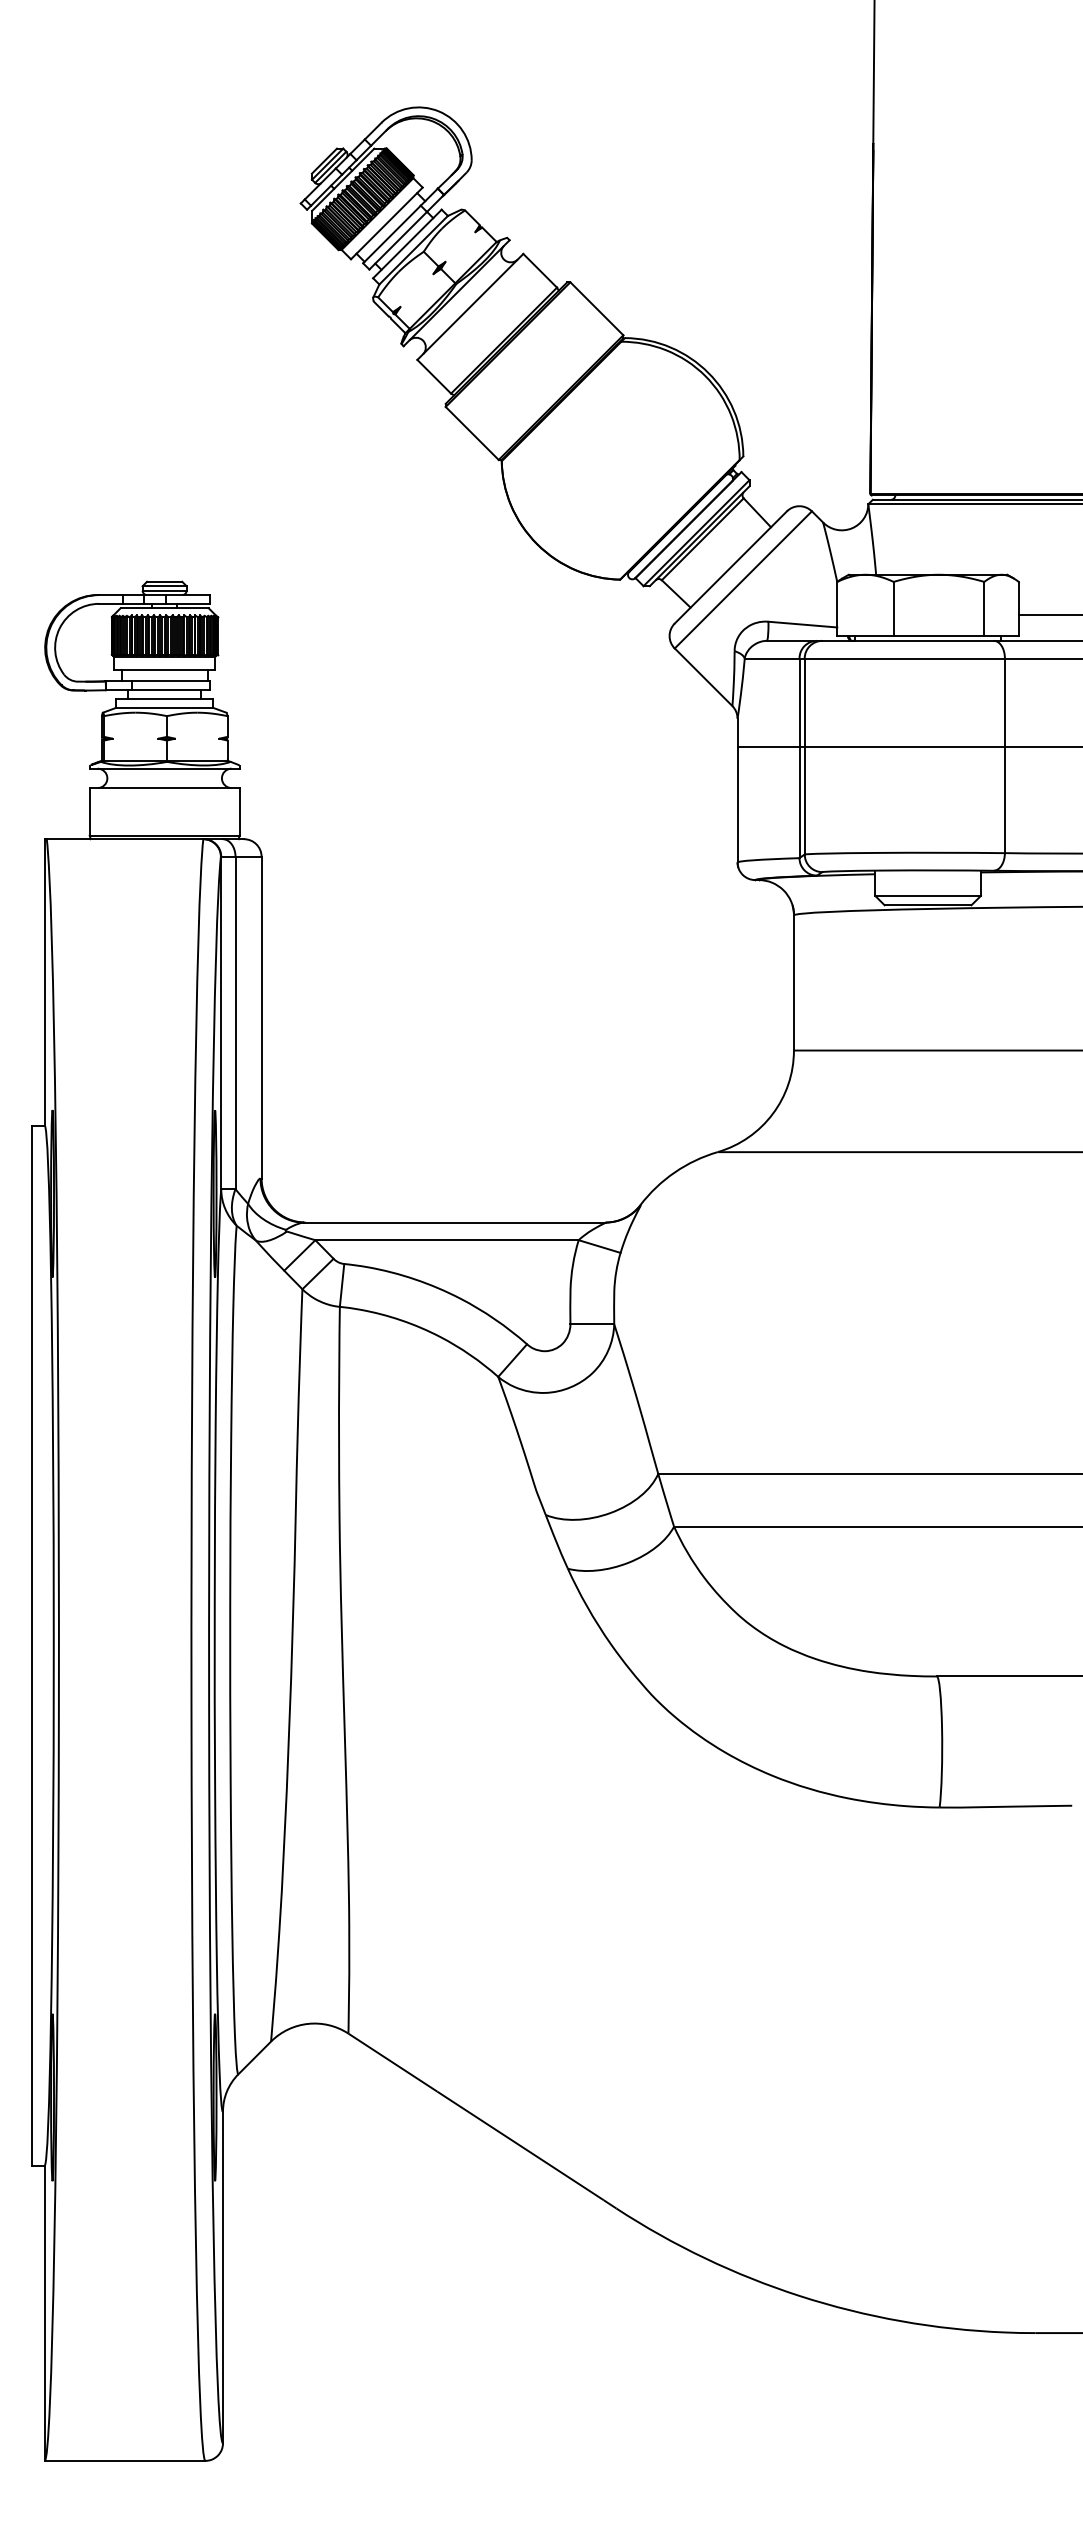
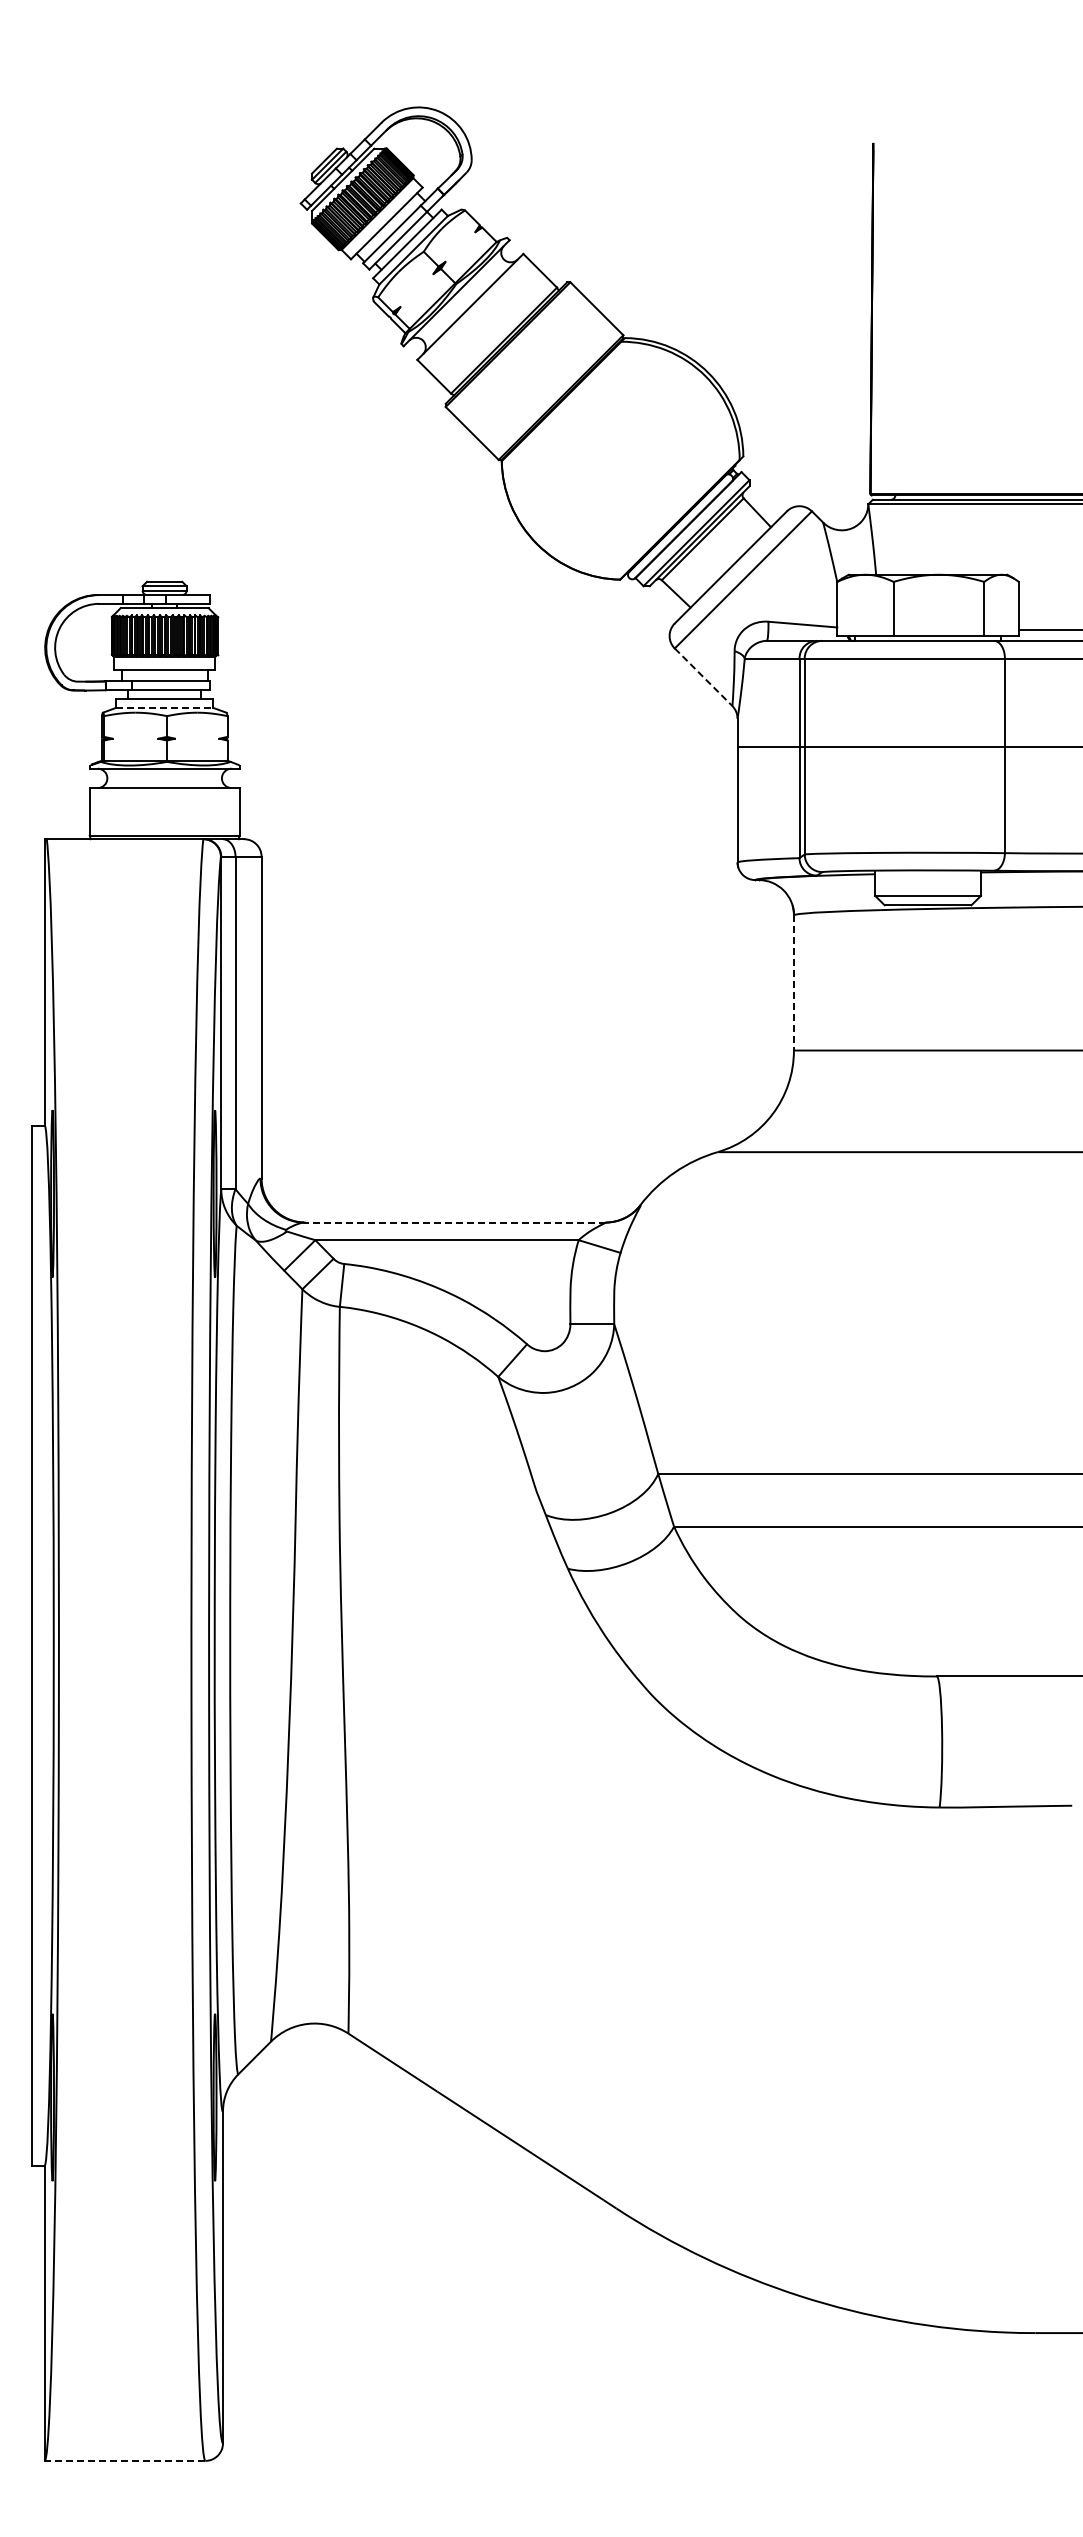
line at (873, 72): present -> none
line at (1048, 614) position: (1048, 614) -> (1048, 629)
line at (703, 677): solid -> dashed
line at (165, 707): solid -> dashed
line at (793, 982): solid -> dashed
line at (454, 1222): solid -> dashed
line at (124, 2460): solid -> dashed
